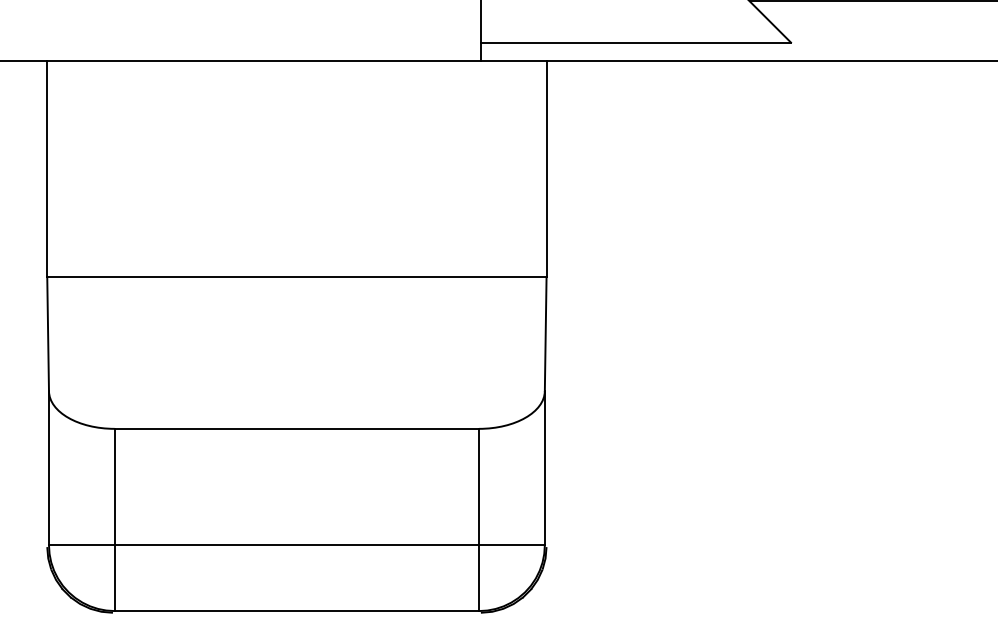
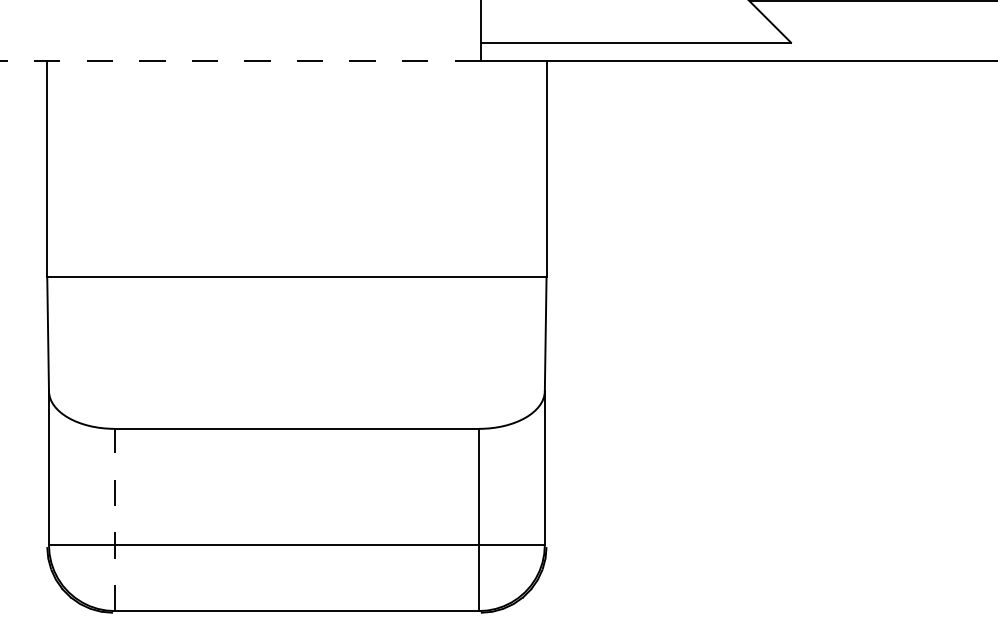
line at (240, 60): solid -> dashed
line at (114, 519): solid -> dashed
